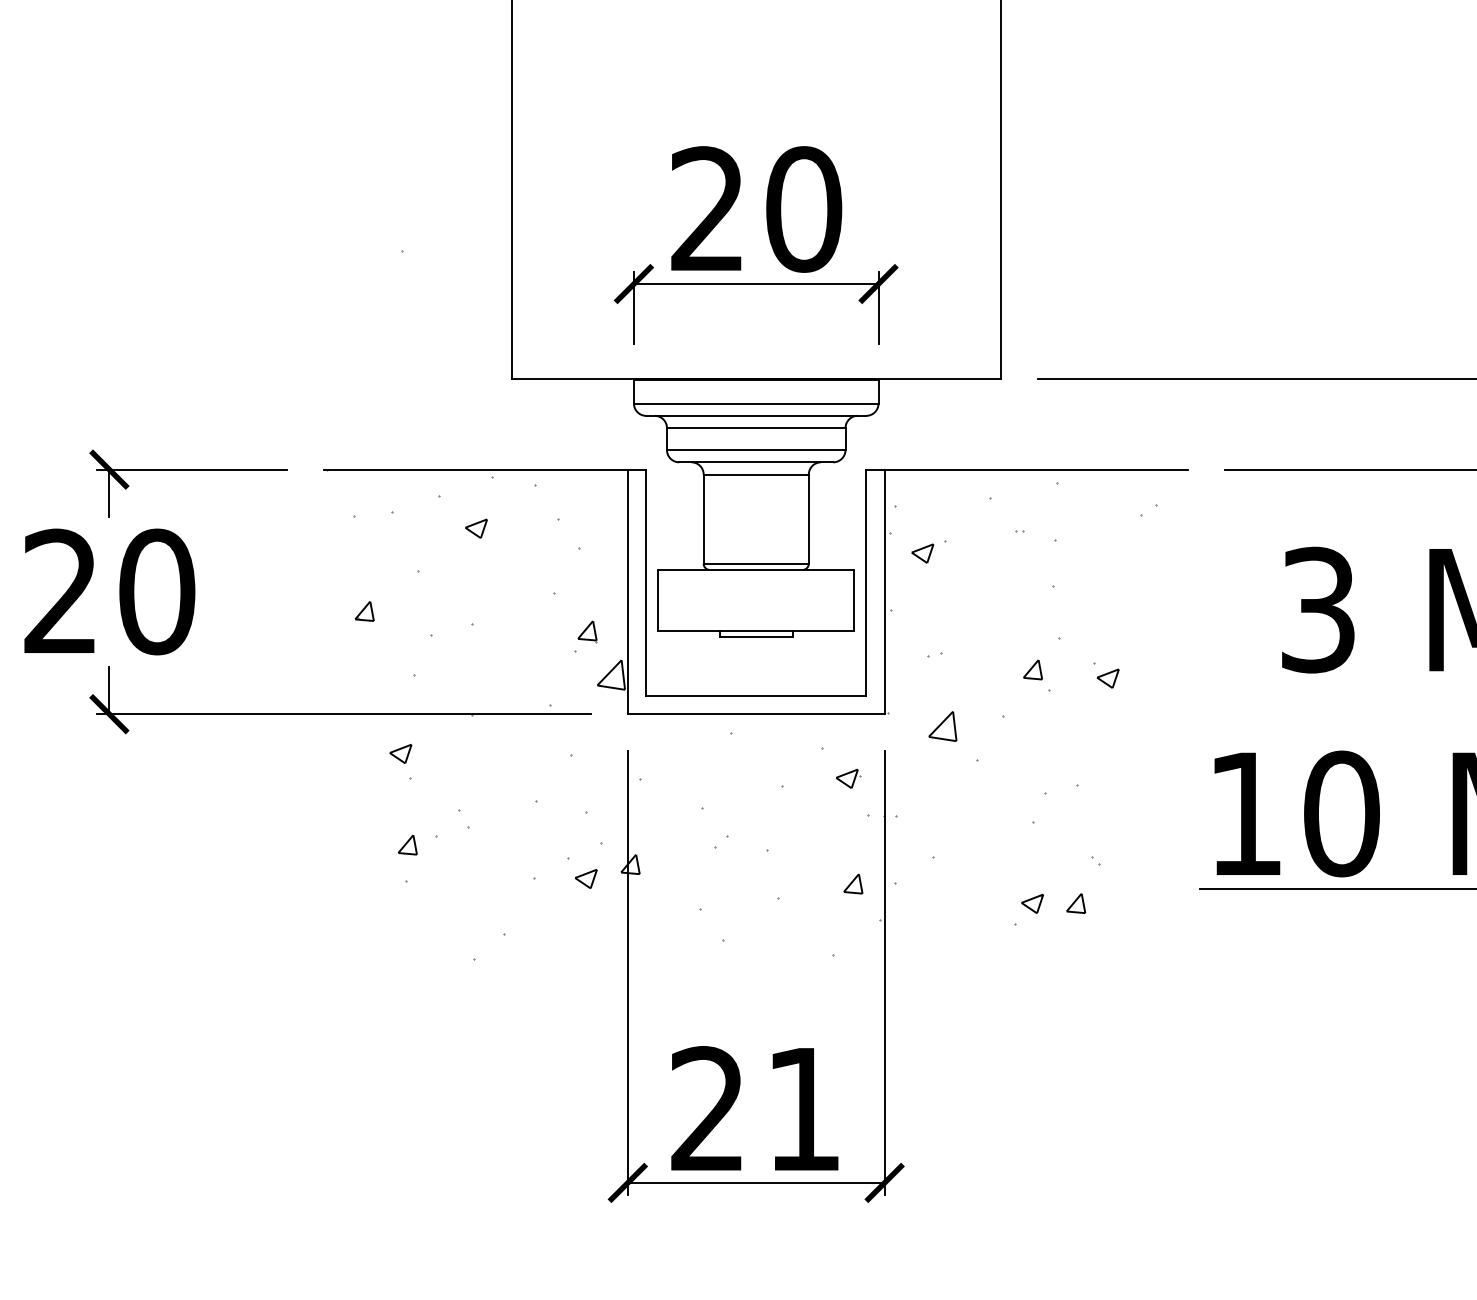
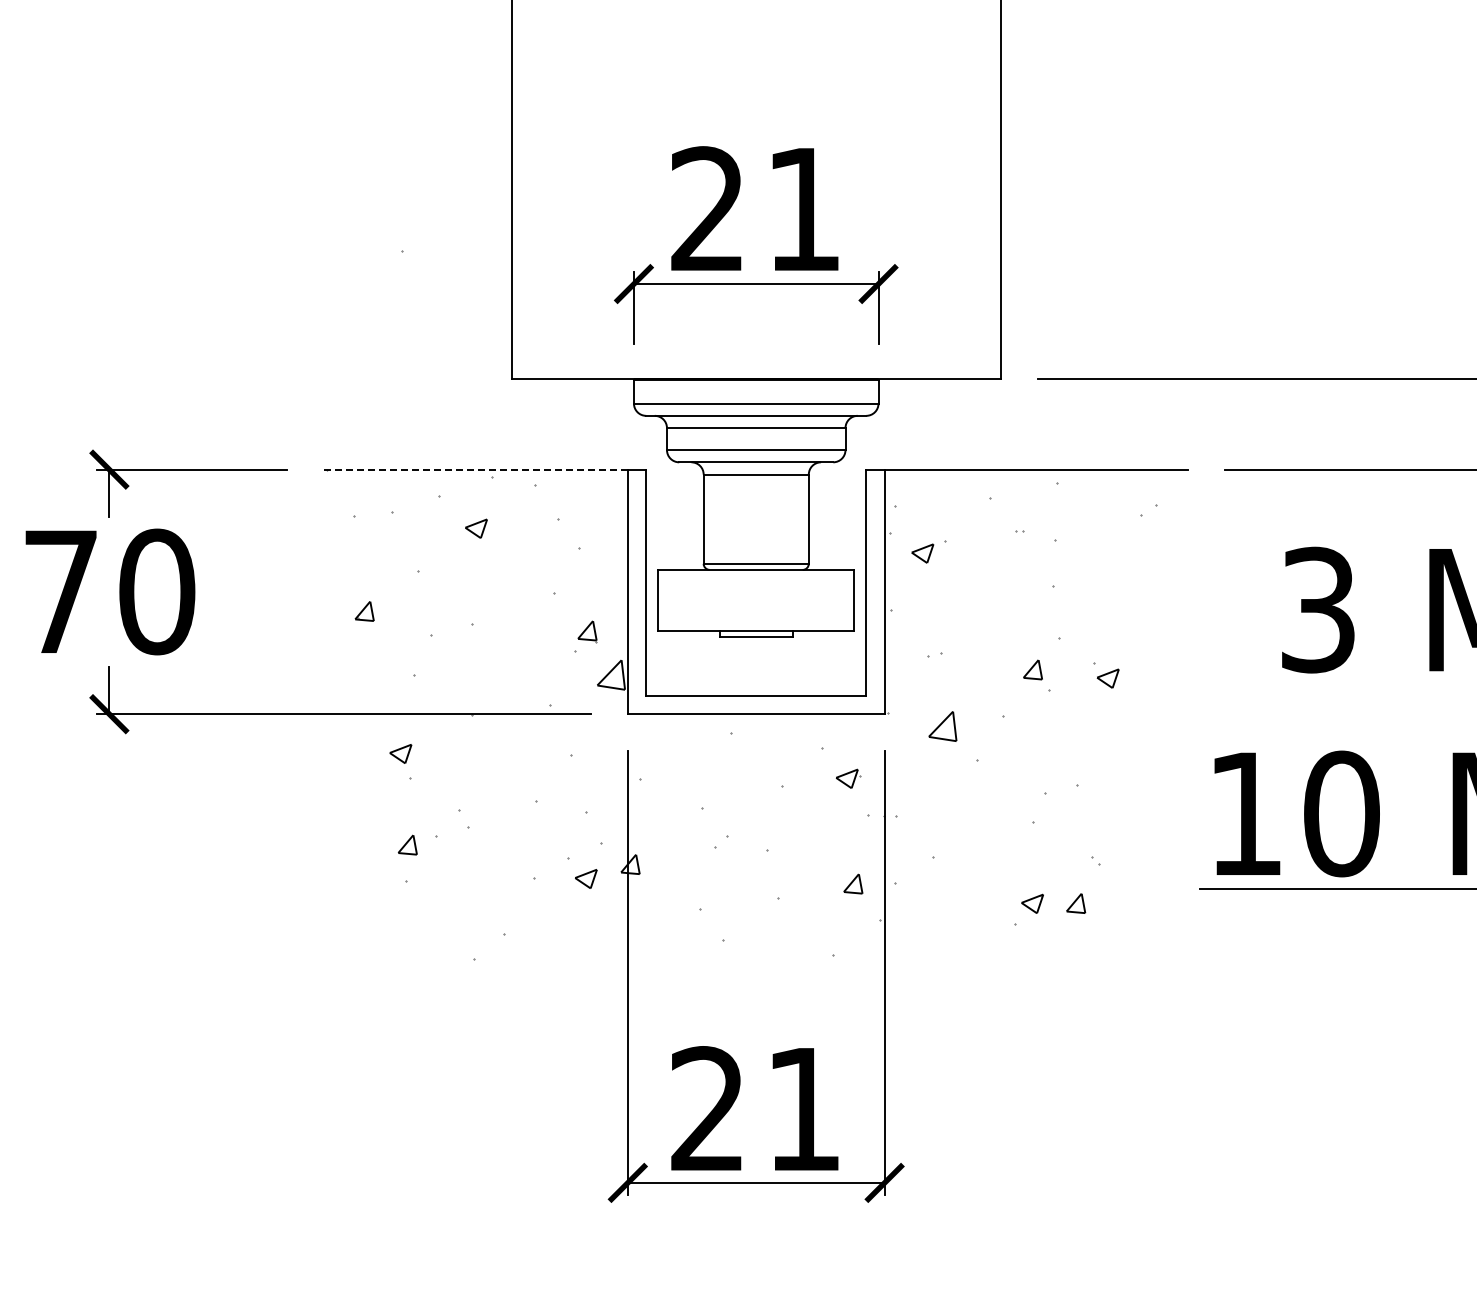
text at (804, 209): 20 -> 21
line at (475, 469): solid -> dashed
text at (60, 590): 20 -> 70
